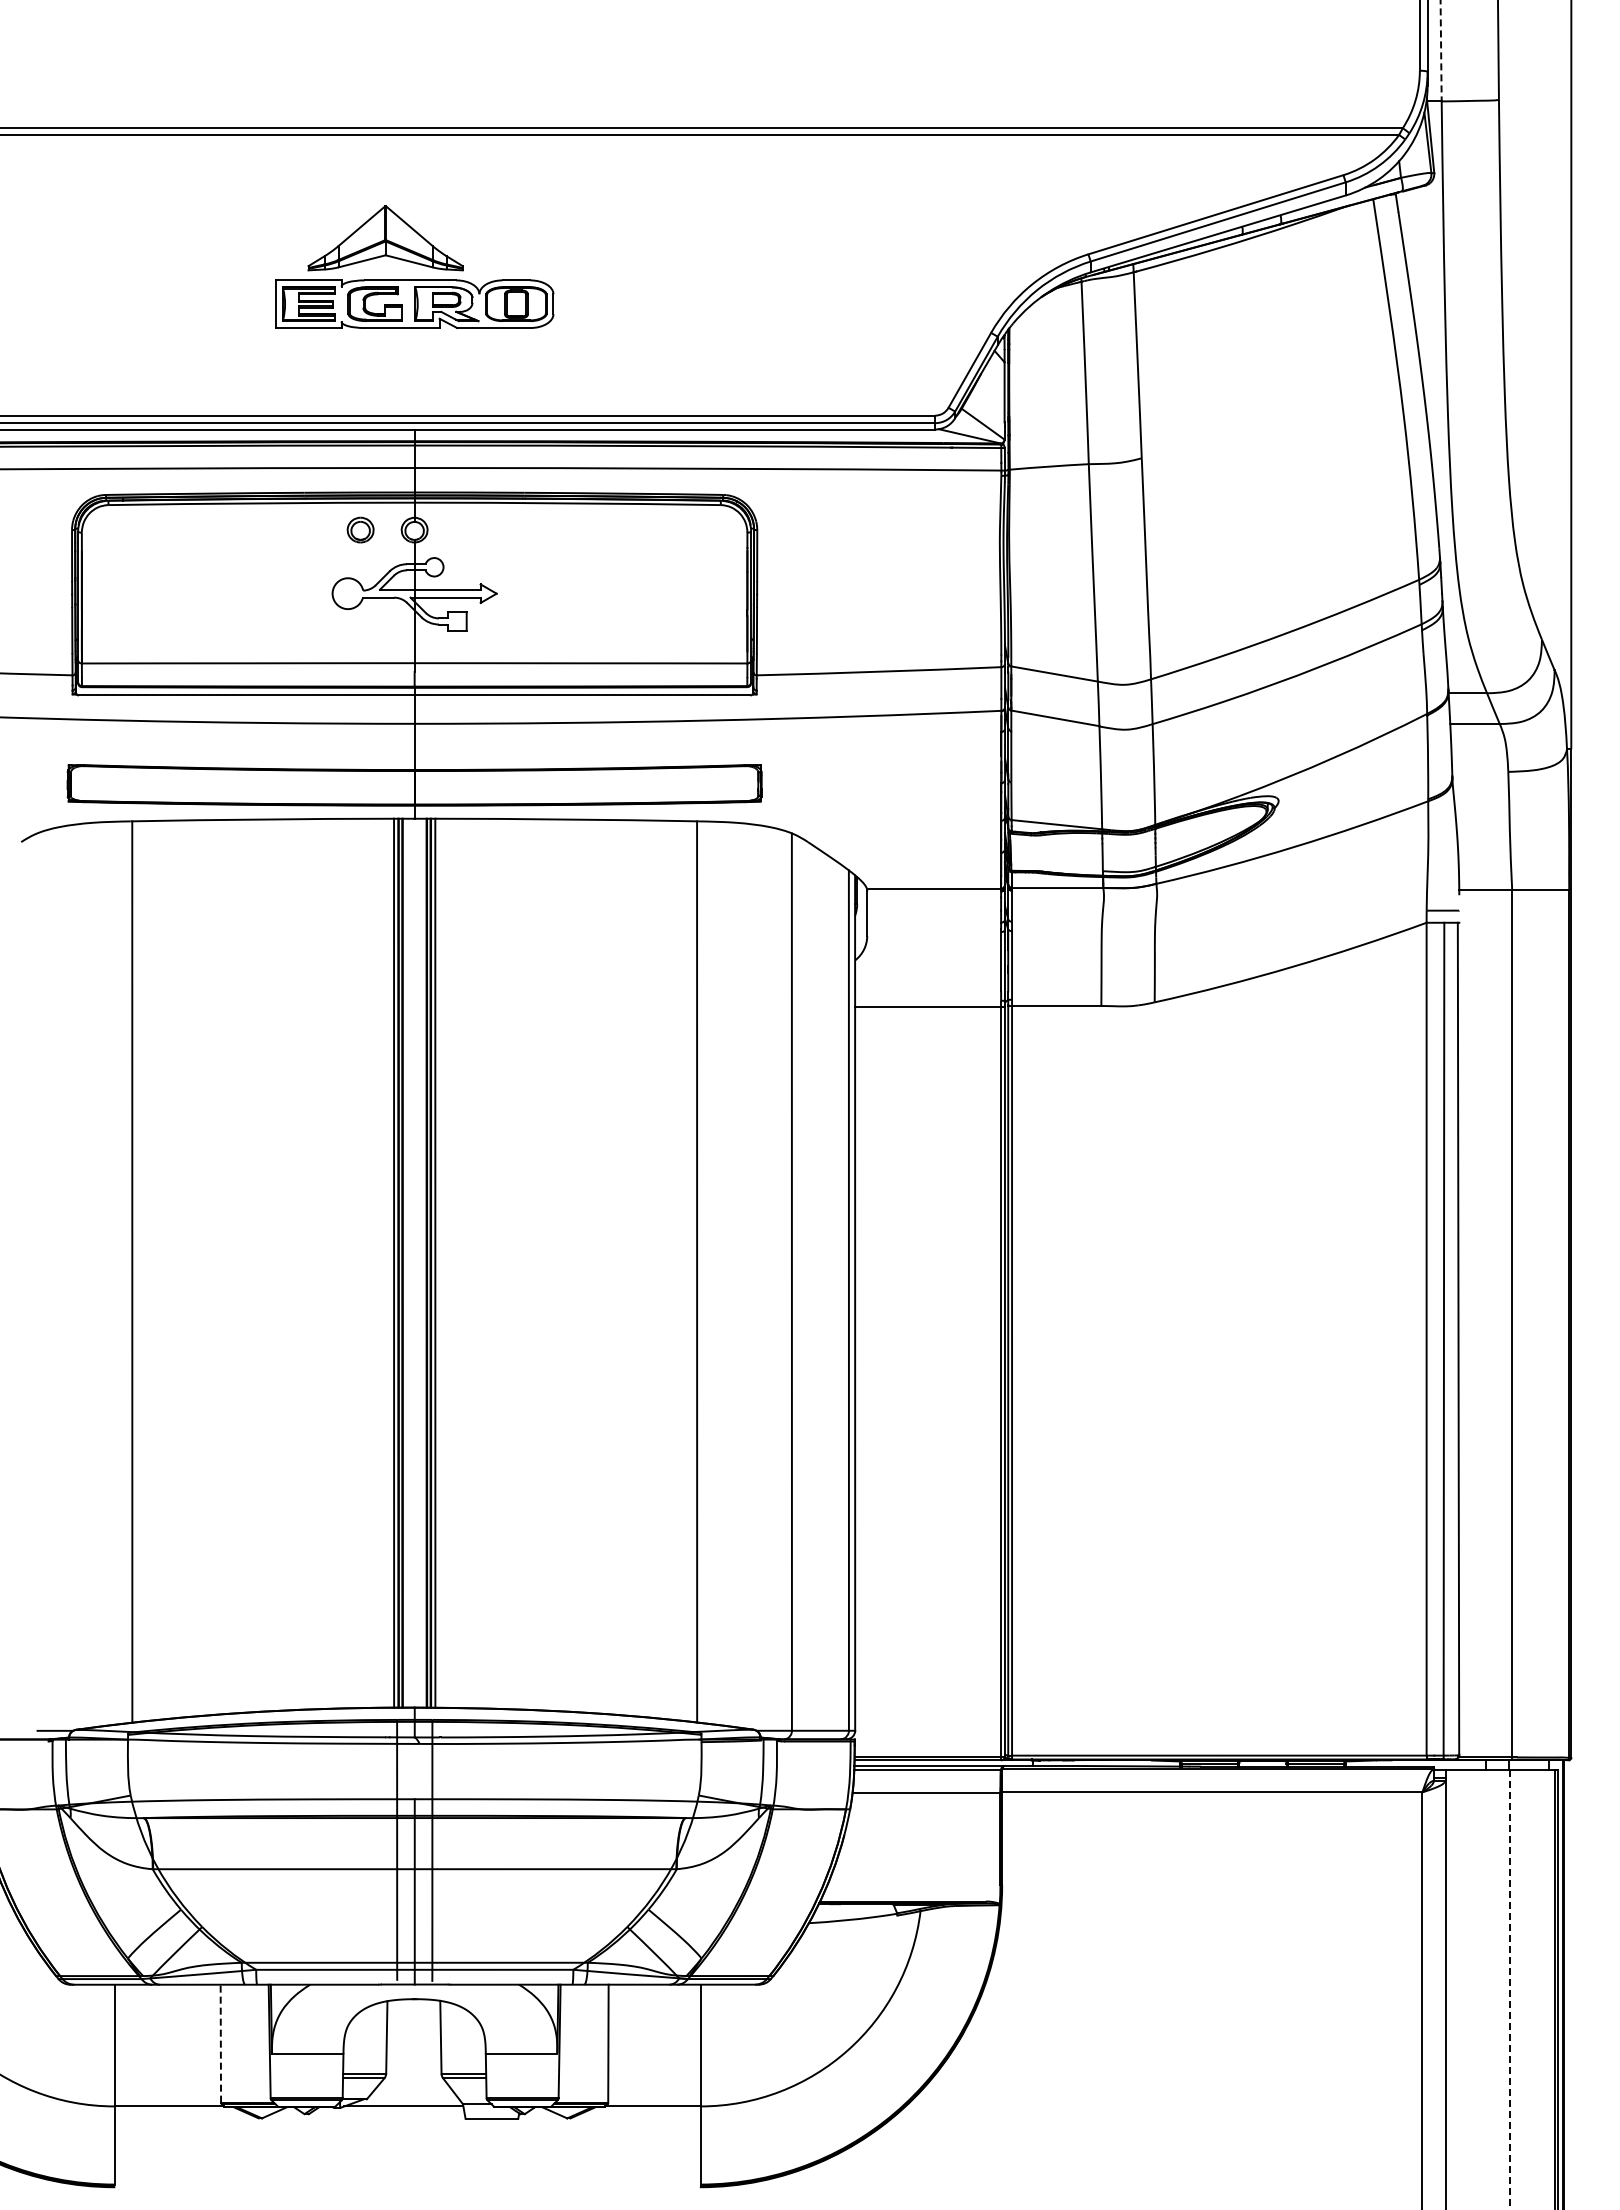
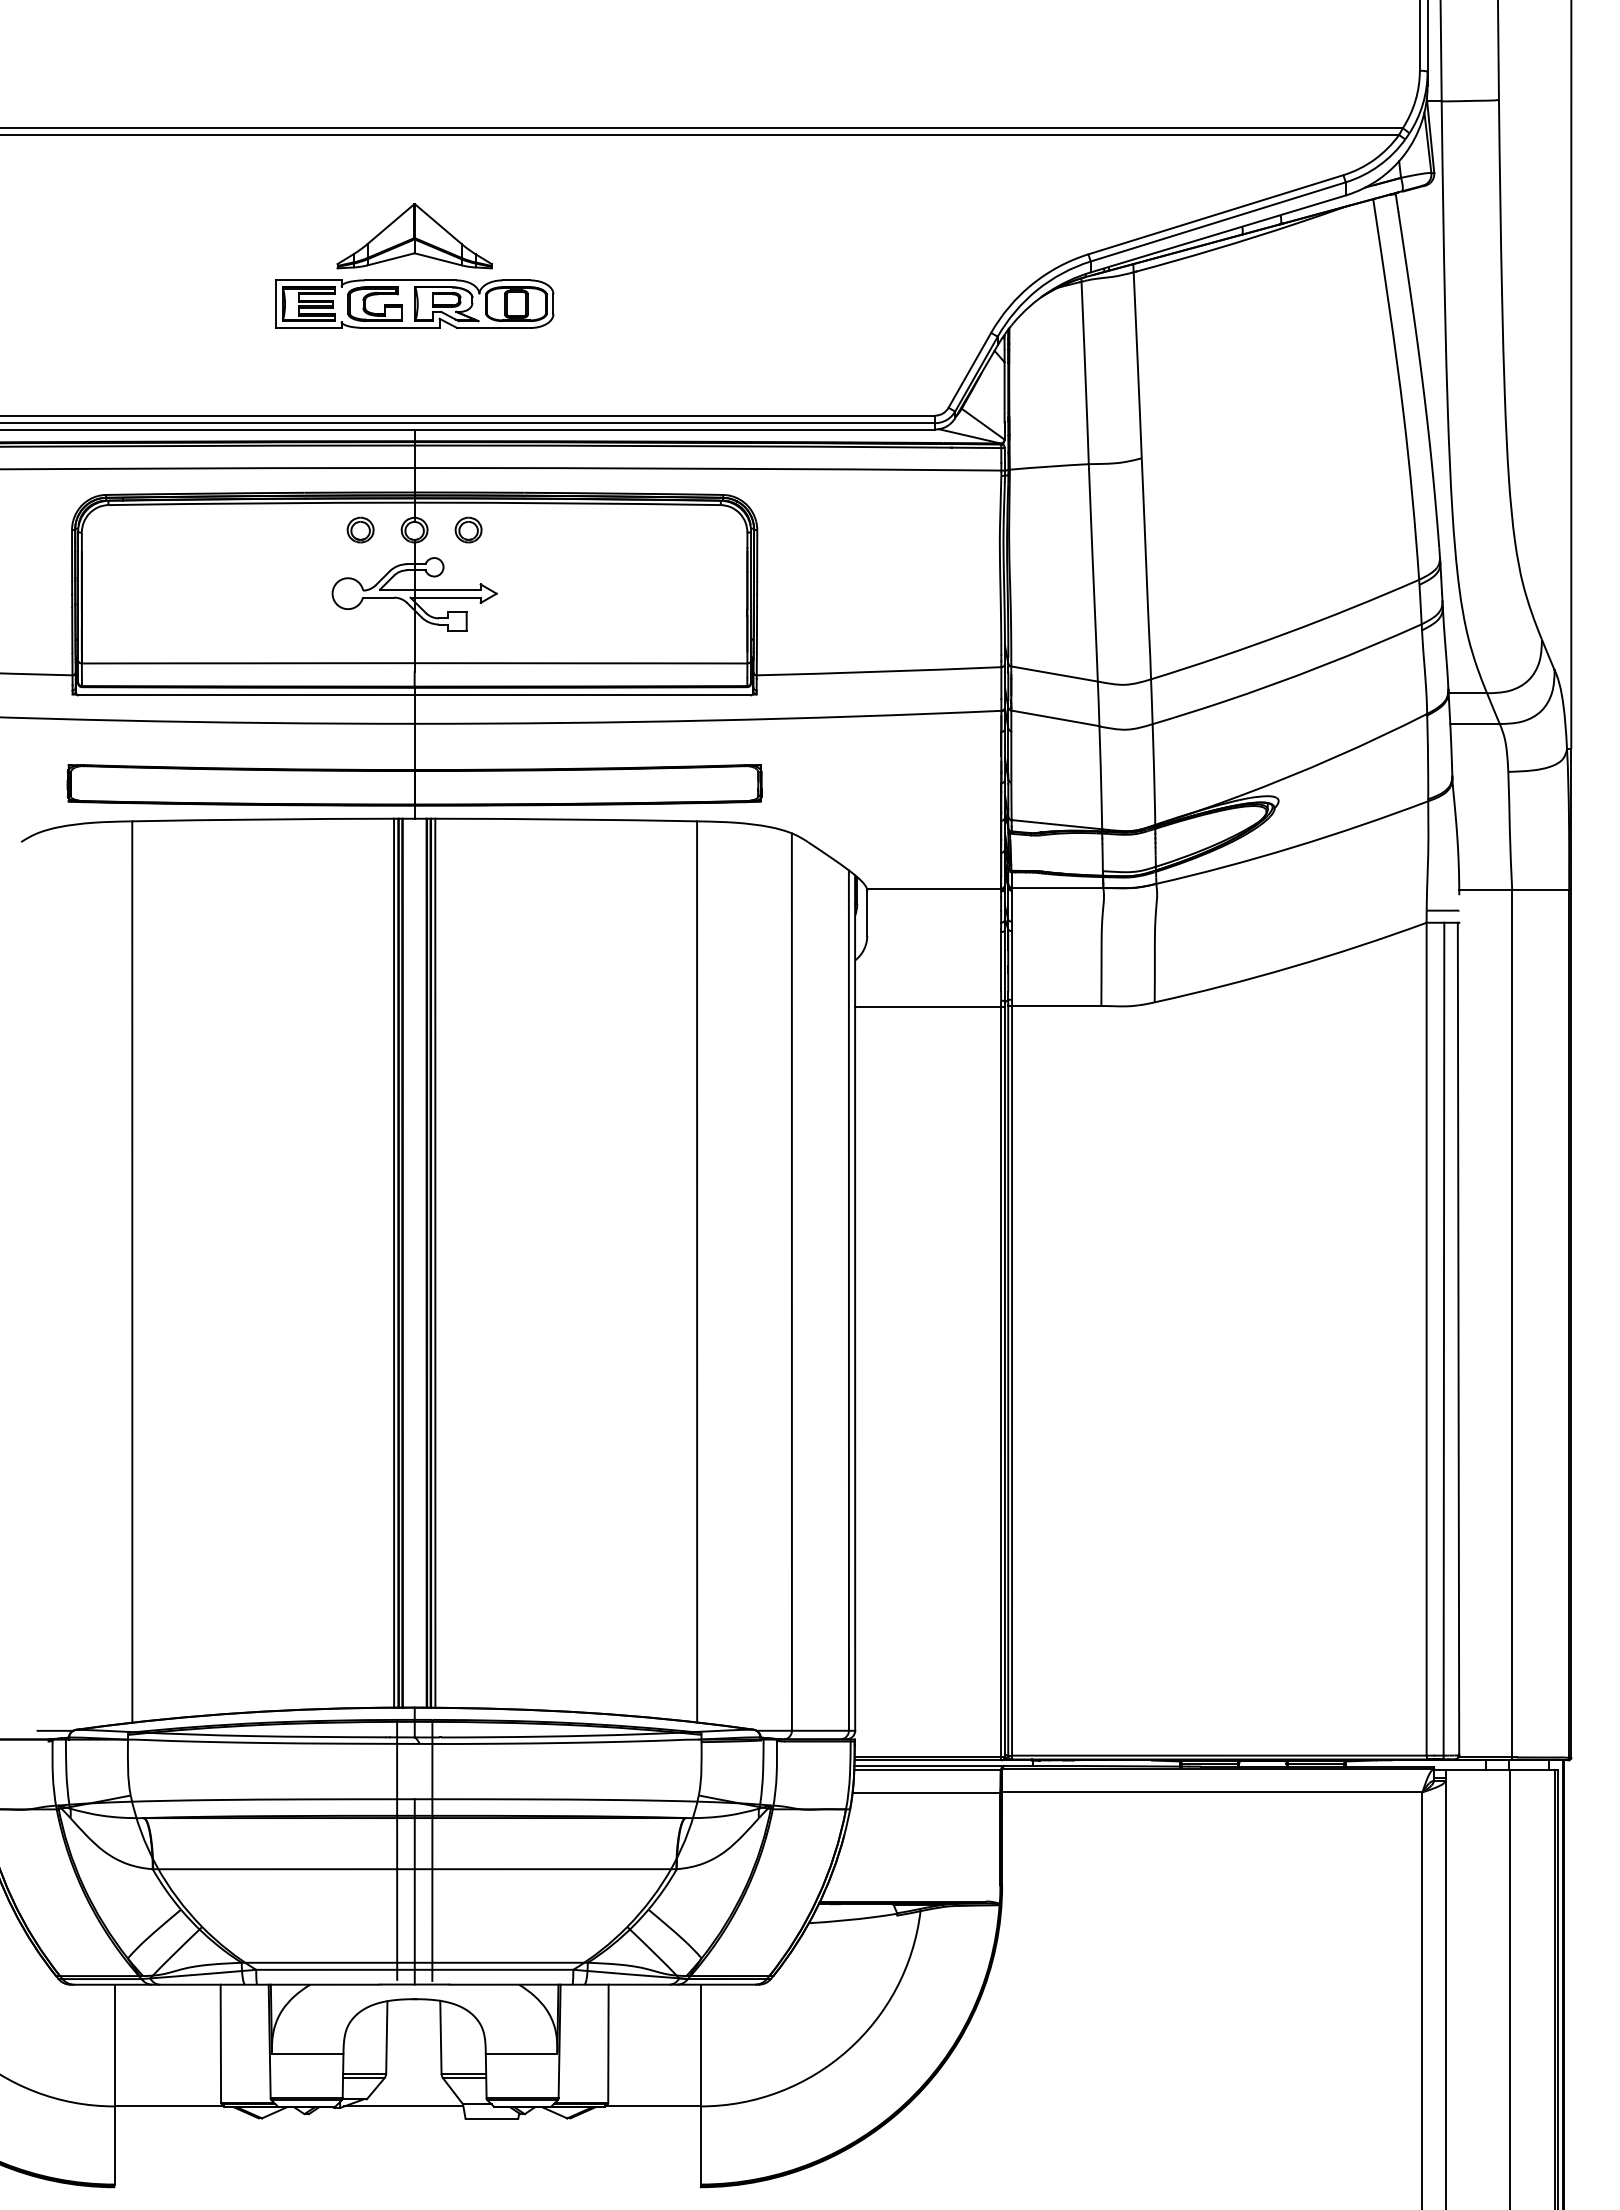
arc at (1441, 50): dashed -> solid
part at (385, 238) position: (385, 238) -> (414, 236)
part at (468, 529): none -> present
line at (1510, 1989): dashed -> solid
line at (220, 2043): dashed -> solid
